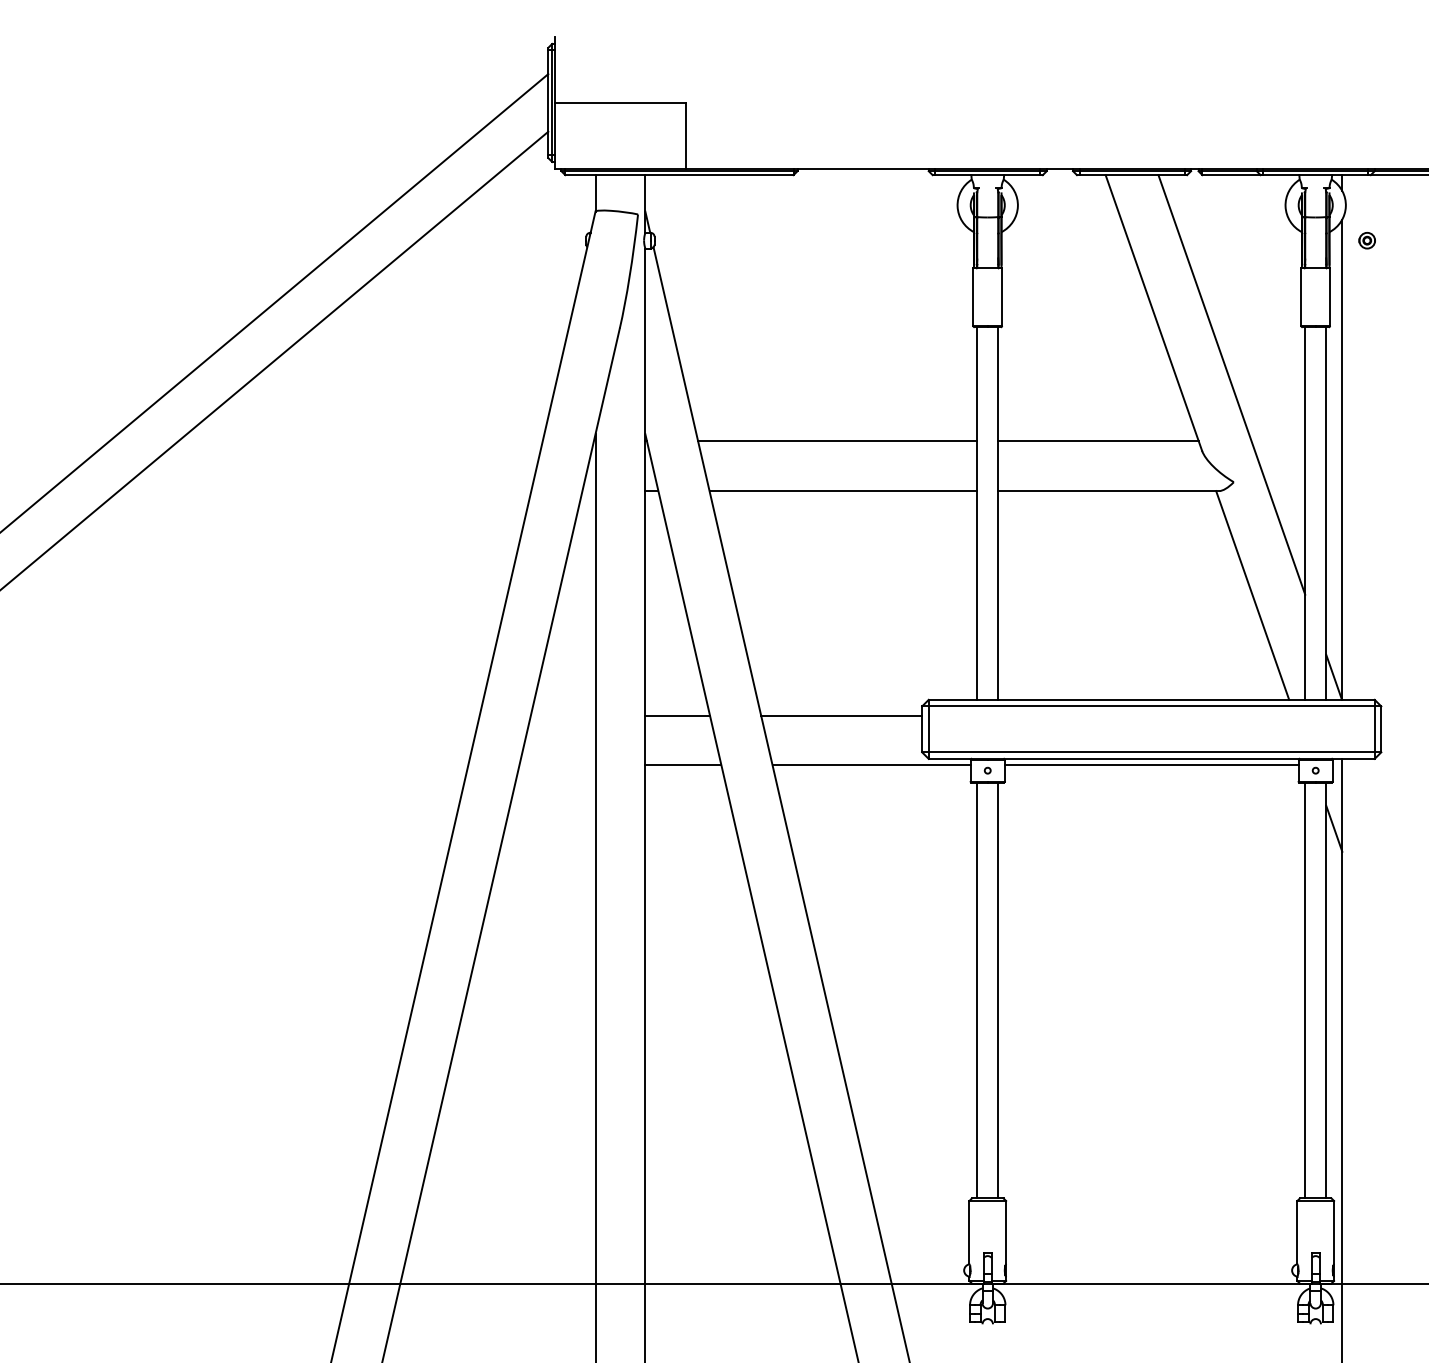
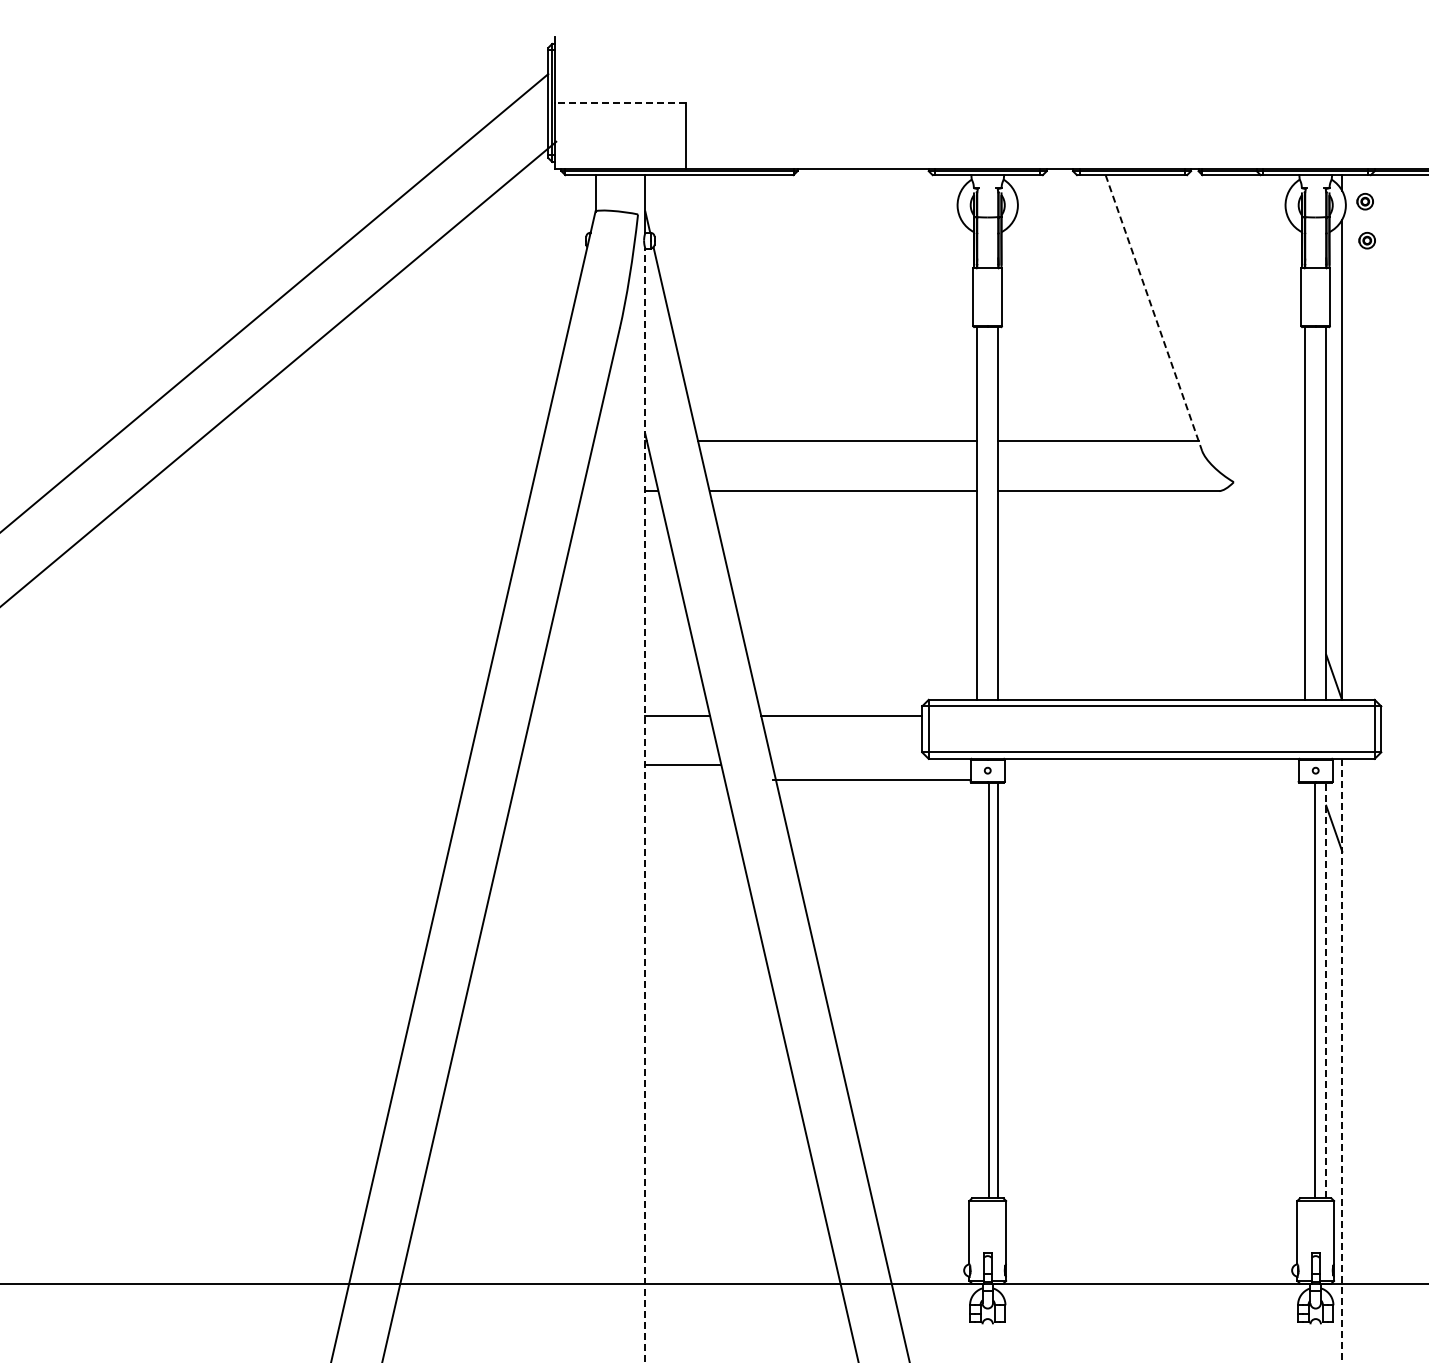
line at (620, 102): solid -> dashed
part at (1364, 201): none -> present
line at (1154, 313): solid -> dashed
line at (275, 359) position: (275, 359) -> (279, 373)
line at (1231, 384): present -> none
line at (1252, 595): present -> none
line at (871, 765) position: (871, 765) -> (871, 780)
line at (1151, 765): present -> none
line at (645, 805): solid -> dashed
line at (595, 896): present -> none
line at (977, 990) position: (977, 990) -> (989, 990)
line at (1305, 990) position: (1305, 990) -> (1315, 990)
line at (1326, 990): solid -> dashed
line at (1342, 1060): solid -> dashed
